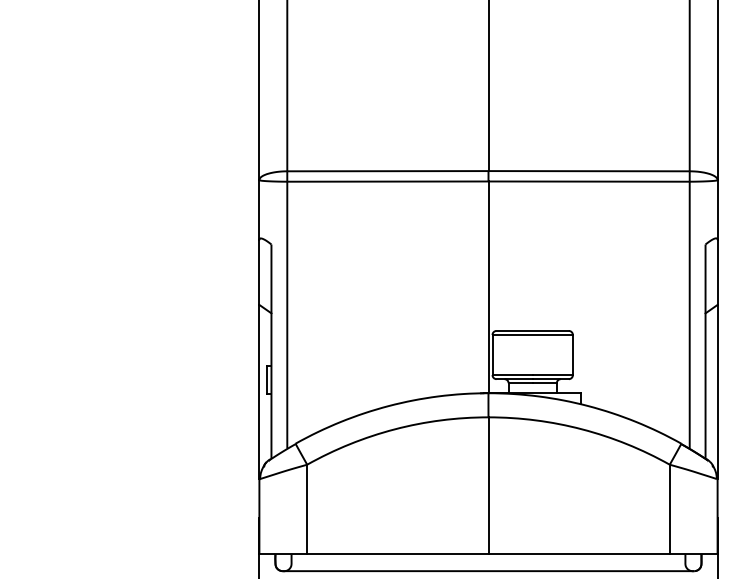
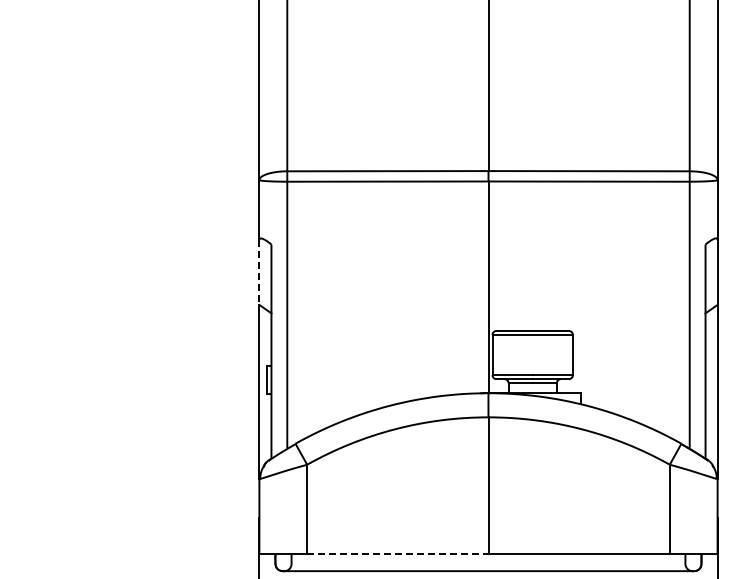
line at (259, 273): solid -> dashed
line at (397, 554): solid -> dashed
